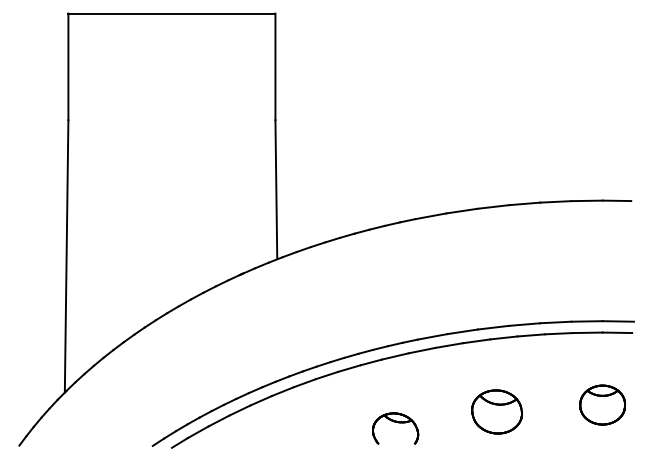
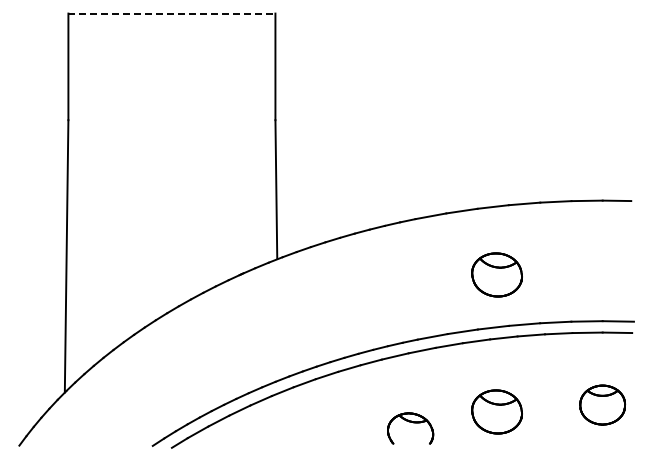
line at (171, 13): solid -> dashed
part at (496, 274): none -> present
part at (395, 428) position: (395, 428) -> (410, 428)
